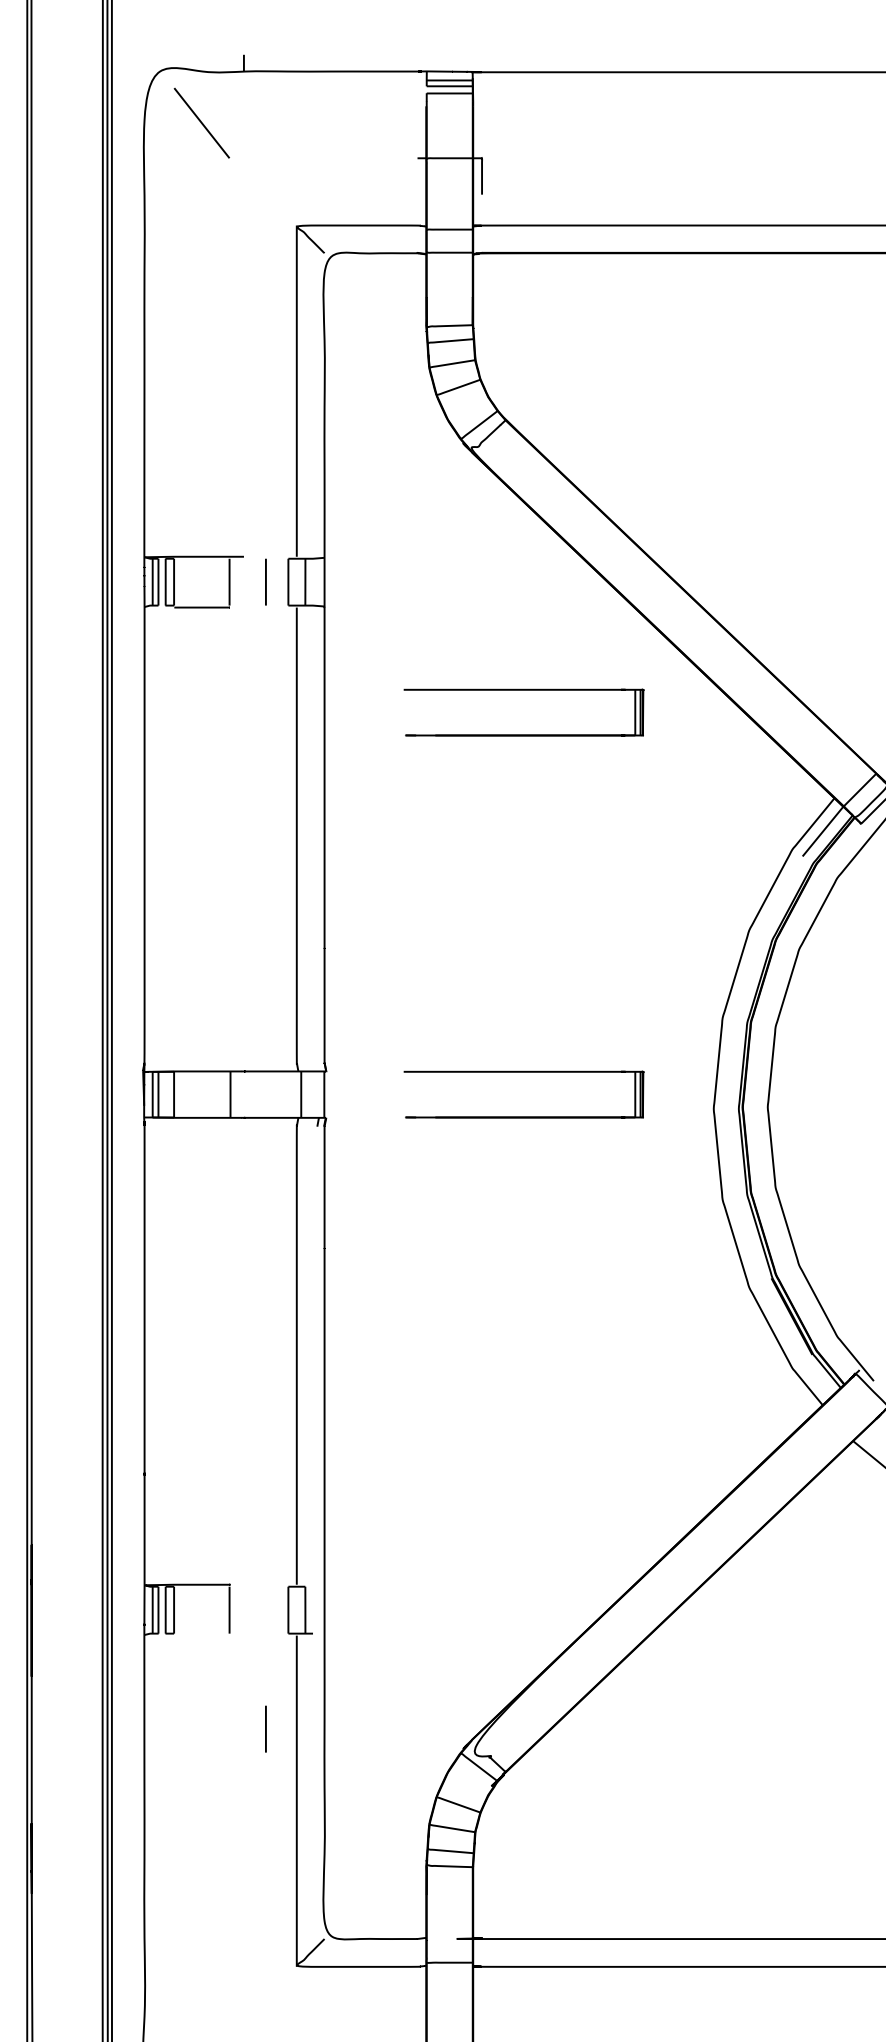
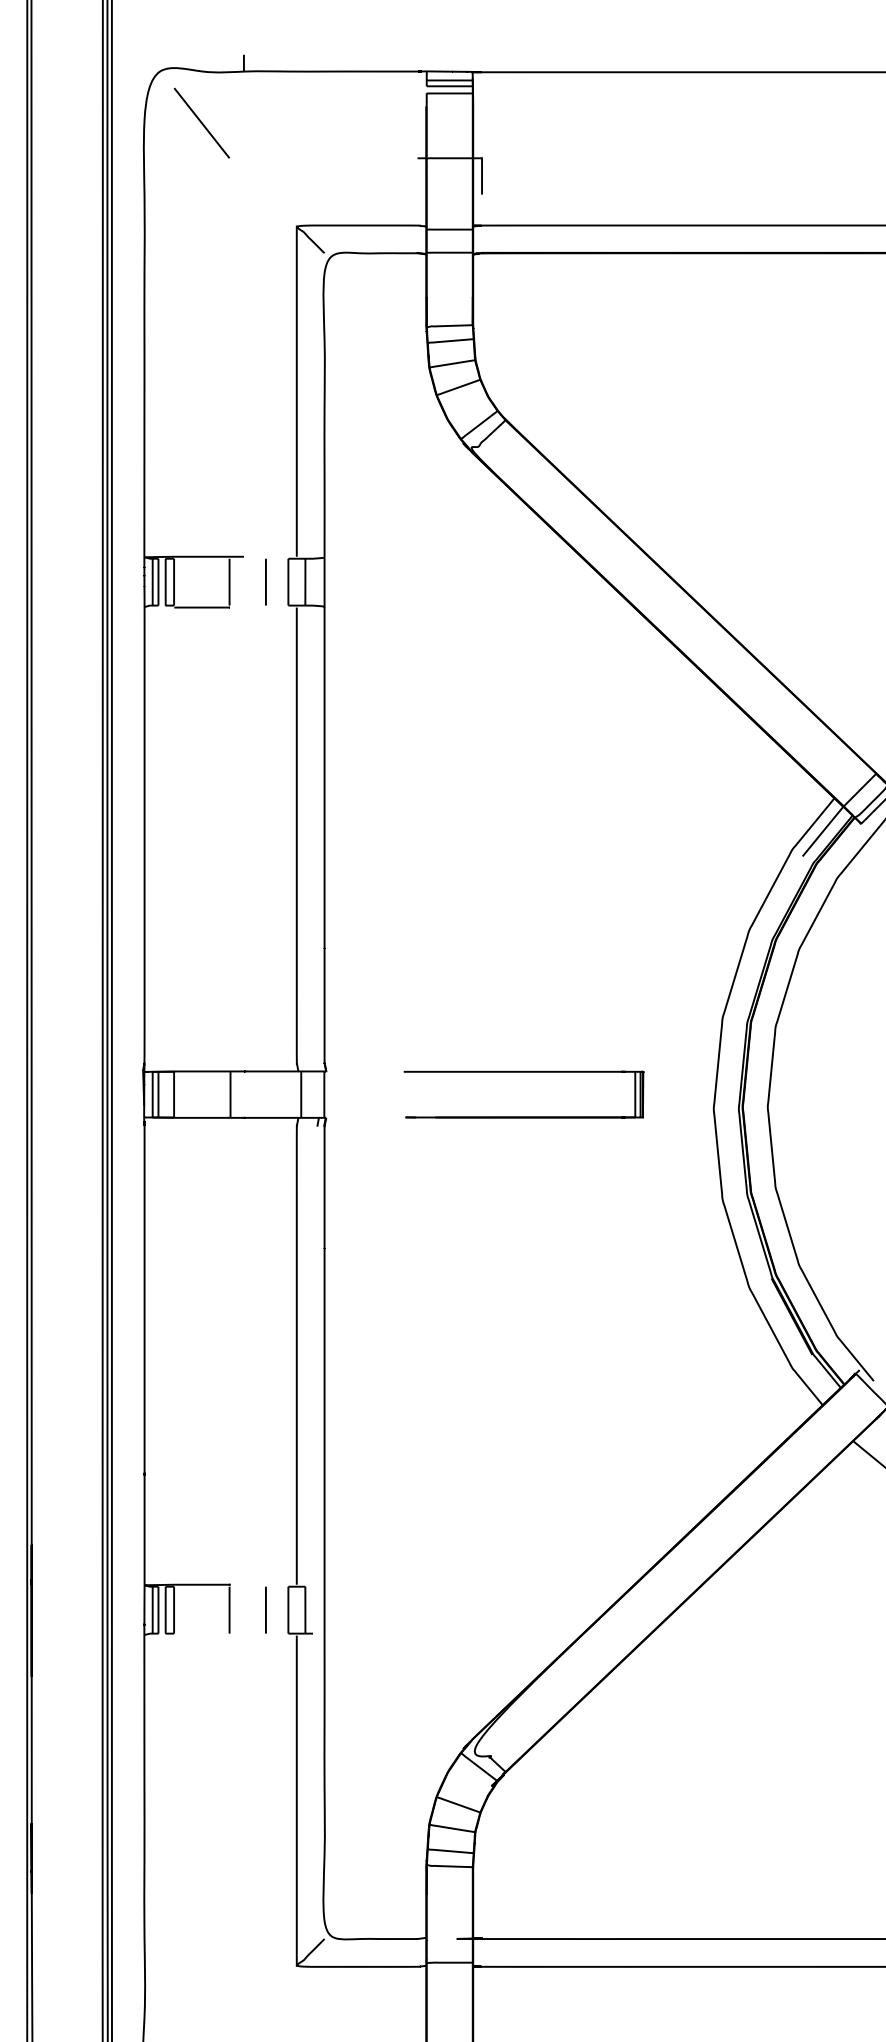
part at (523, 690): present -> none
line at (265, 1728) position: (265, 1728) -> (265, 1609)
